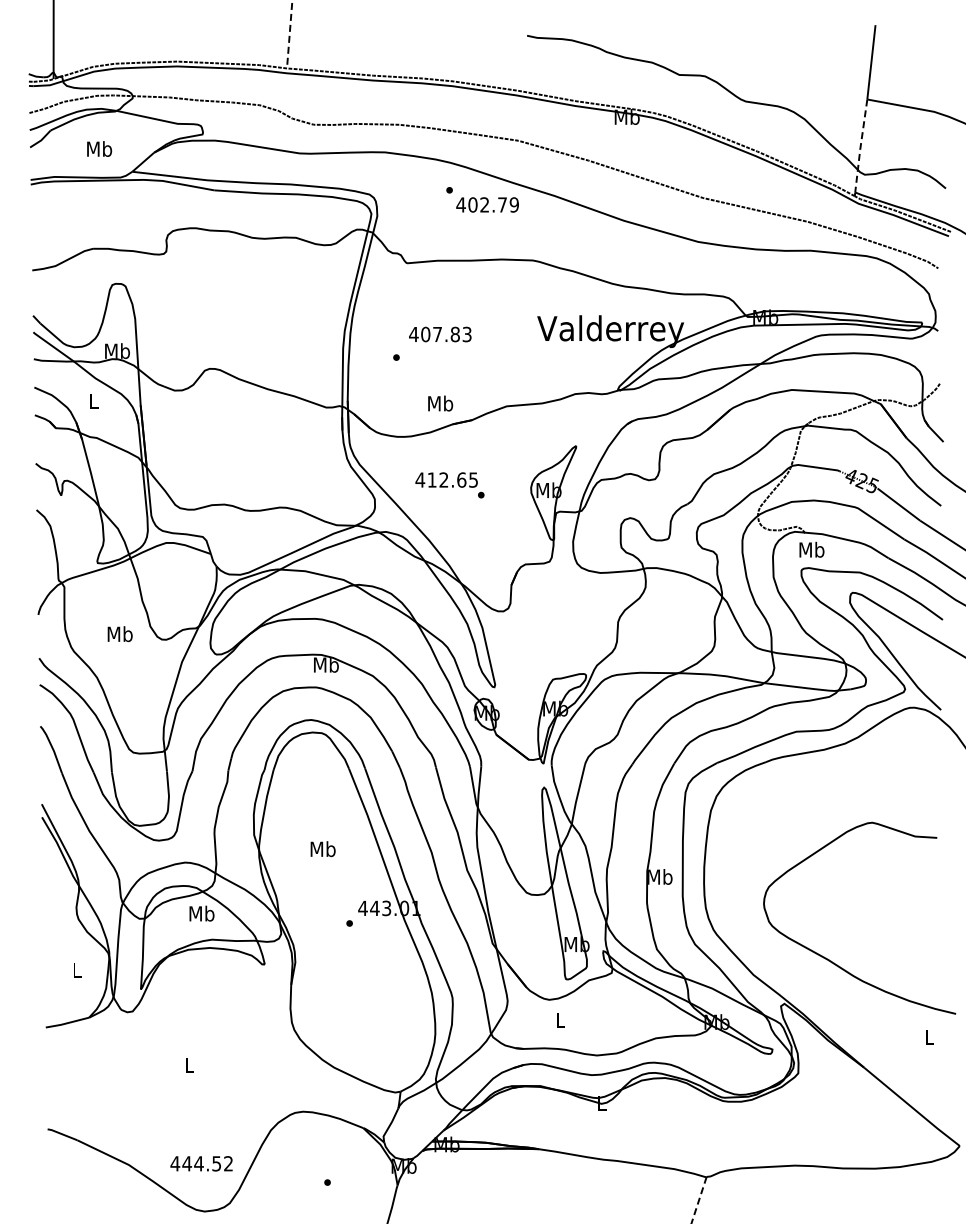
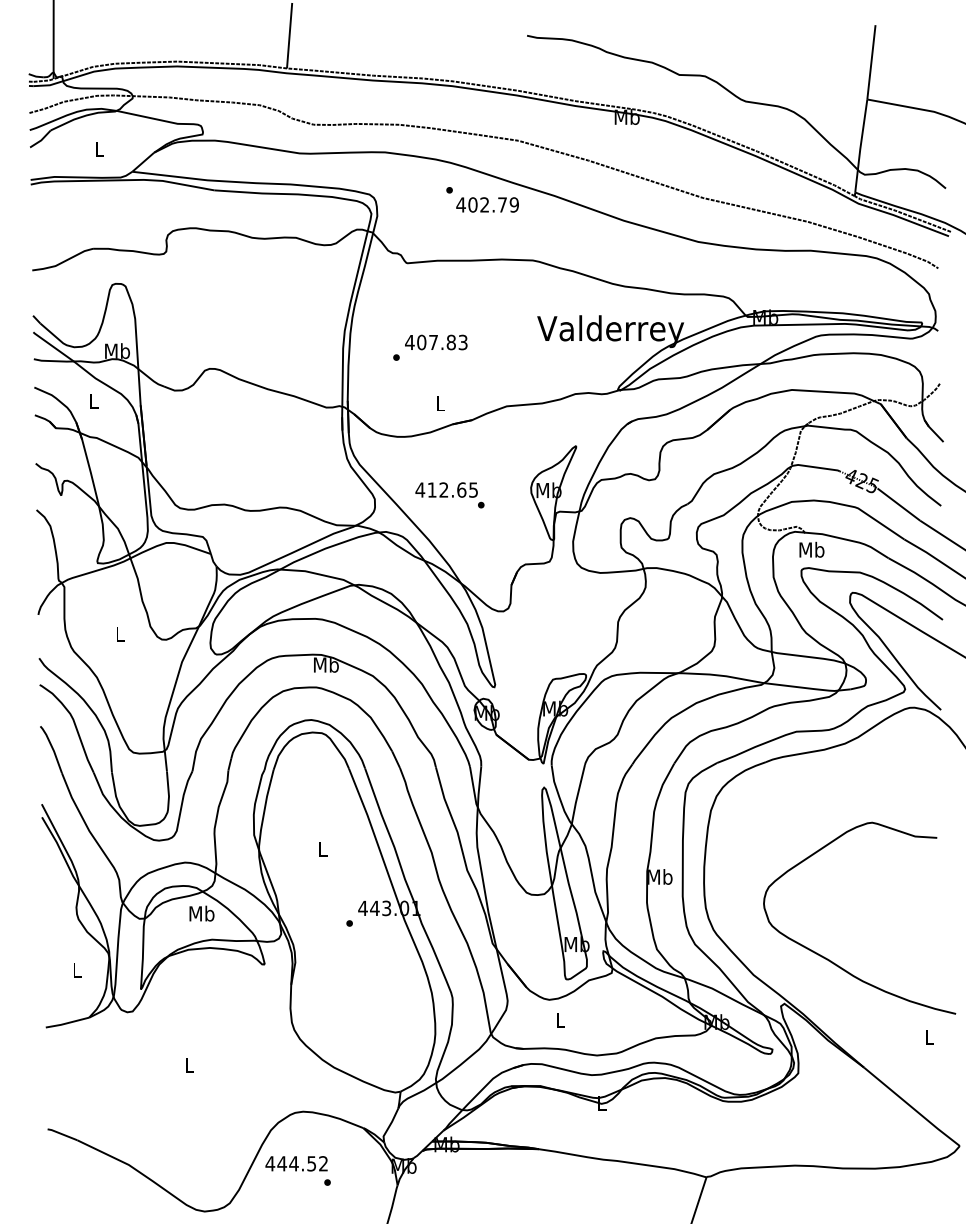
line at (289, 35): dashed -> solid
line at (860, 146): dashed -> solid
text at (99, 148): Mb -> L
text at (440, 334) position: (440, 334) -> (436, 342)
text at (440, 403): Mb -> L
text at (449, 485) position: (449, 485) -> (449, 495)
text at (119, 634): Mb -> L
text at (322, 849): Mb -> L
text at (201, 1163) position: (201, 1163) -> (296, 1163)
line at (698, 1200): dashed -> solid
